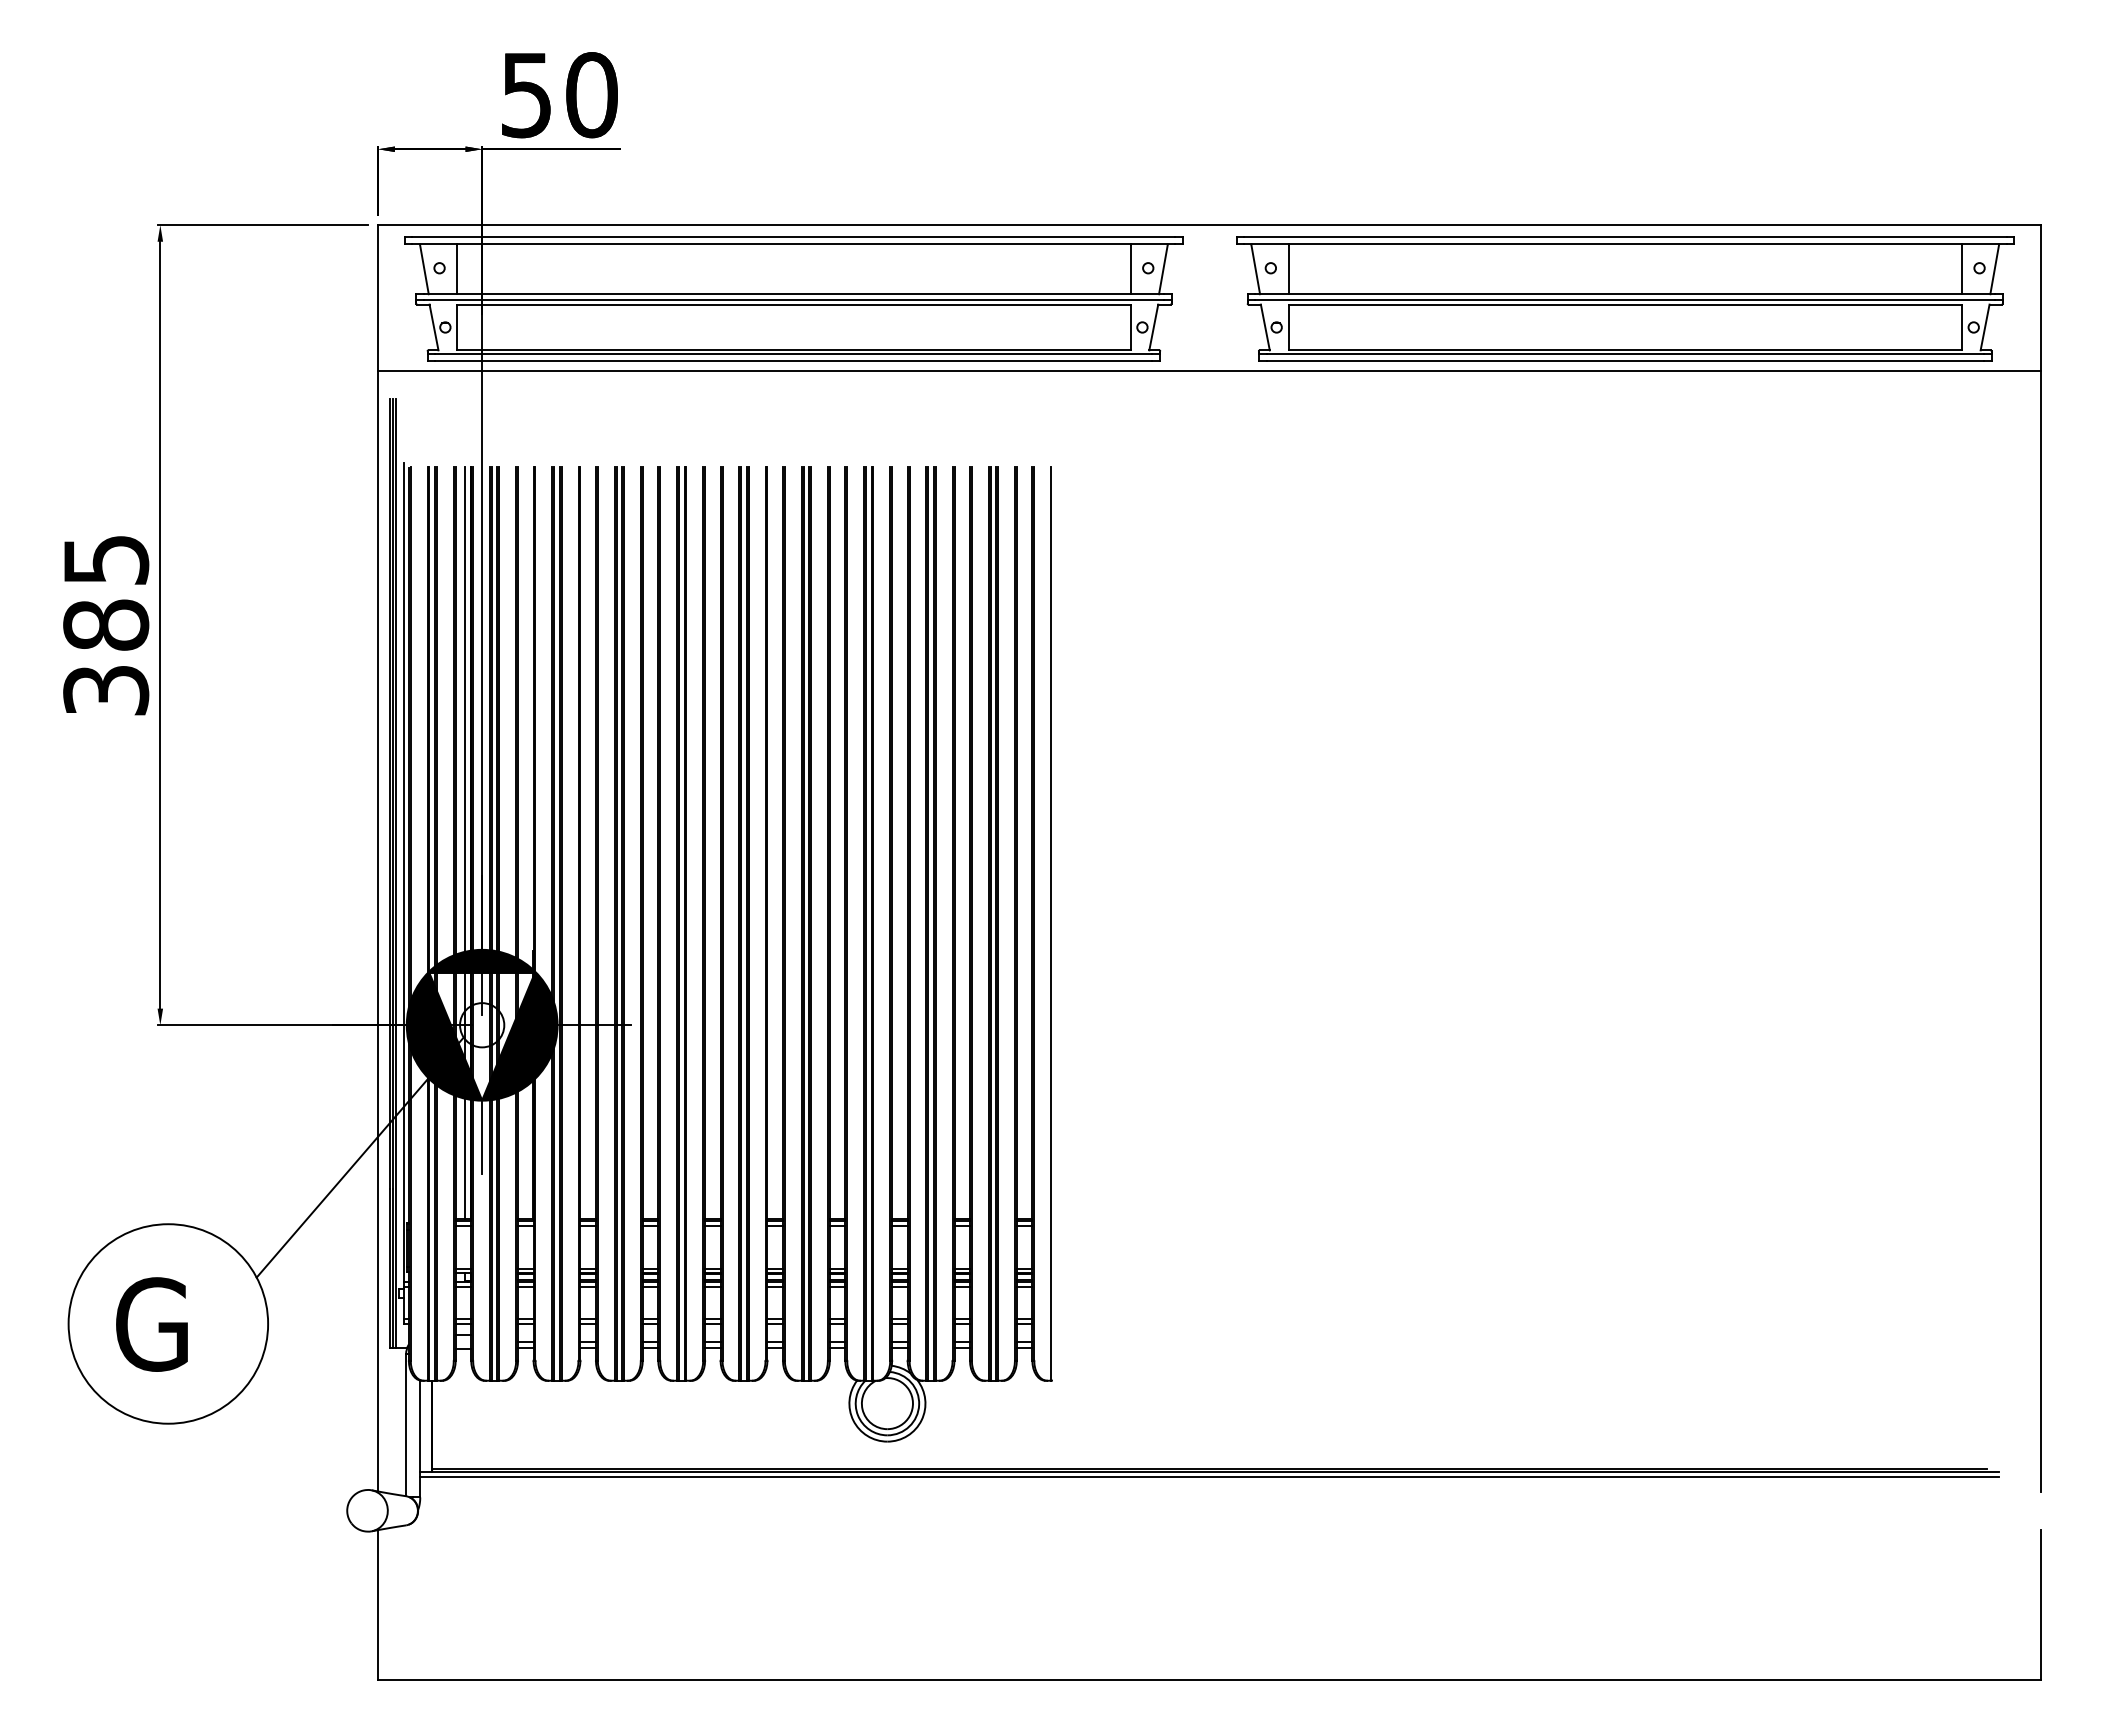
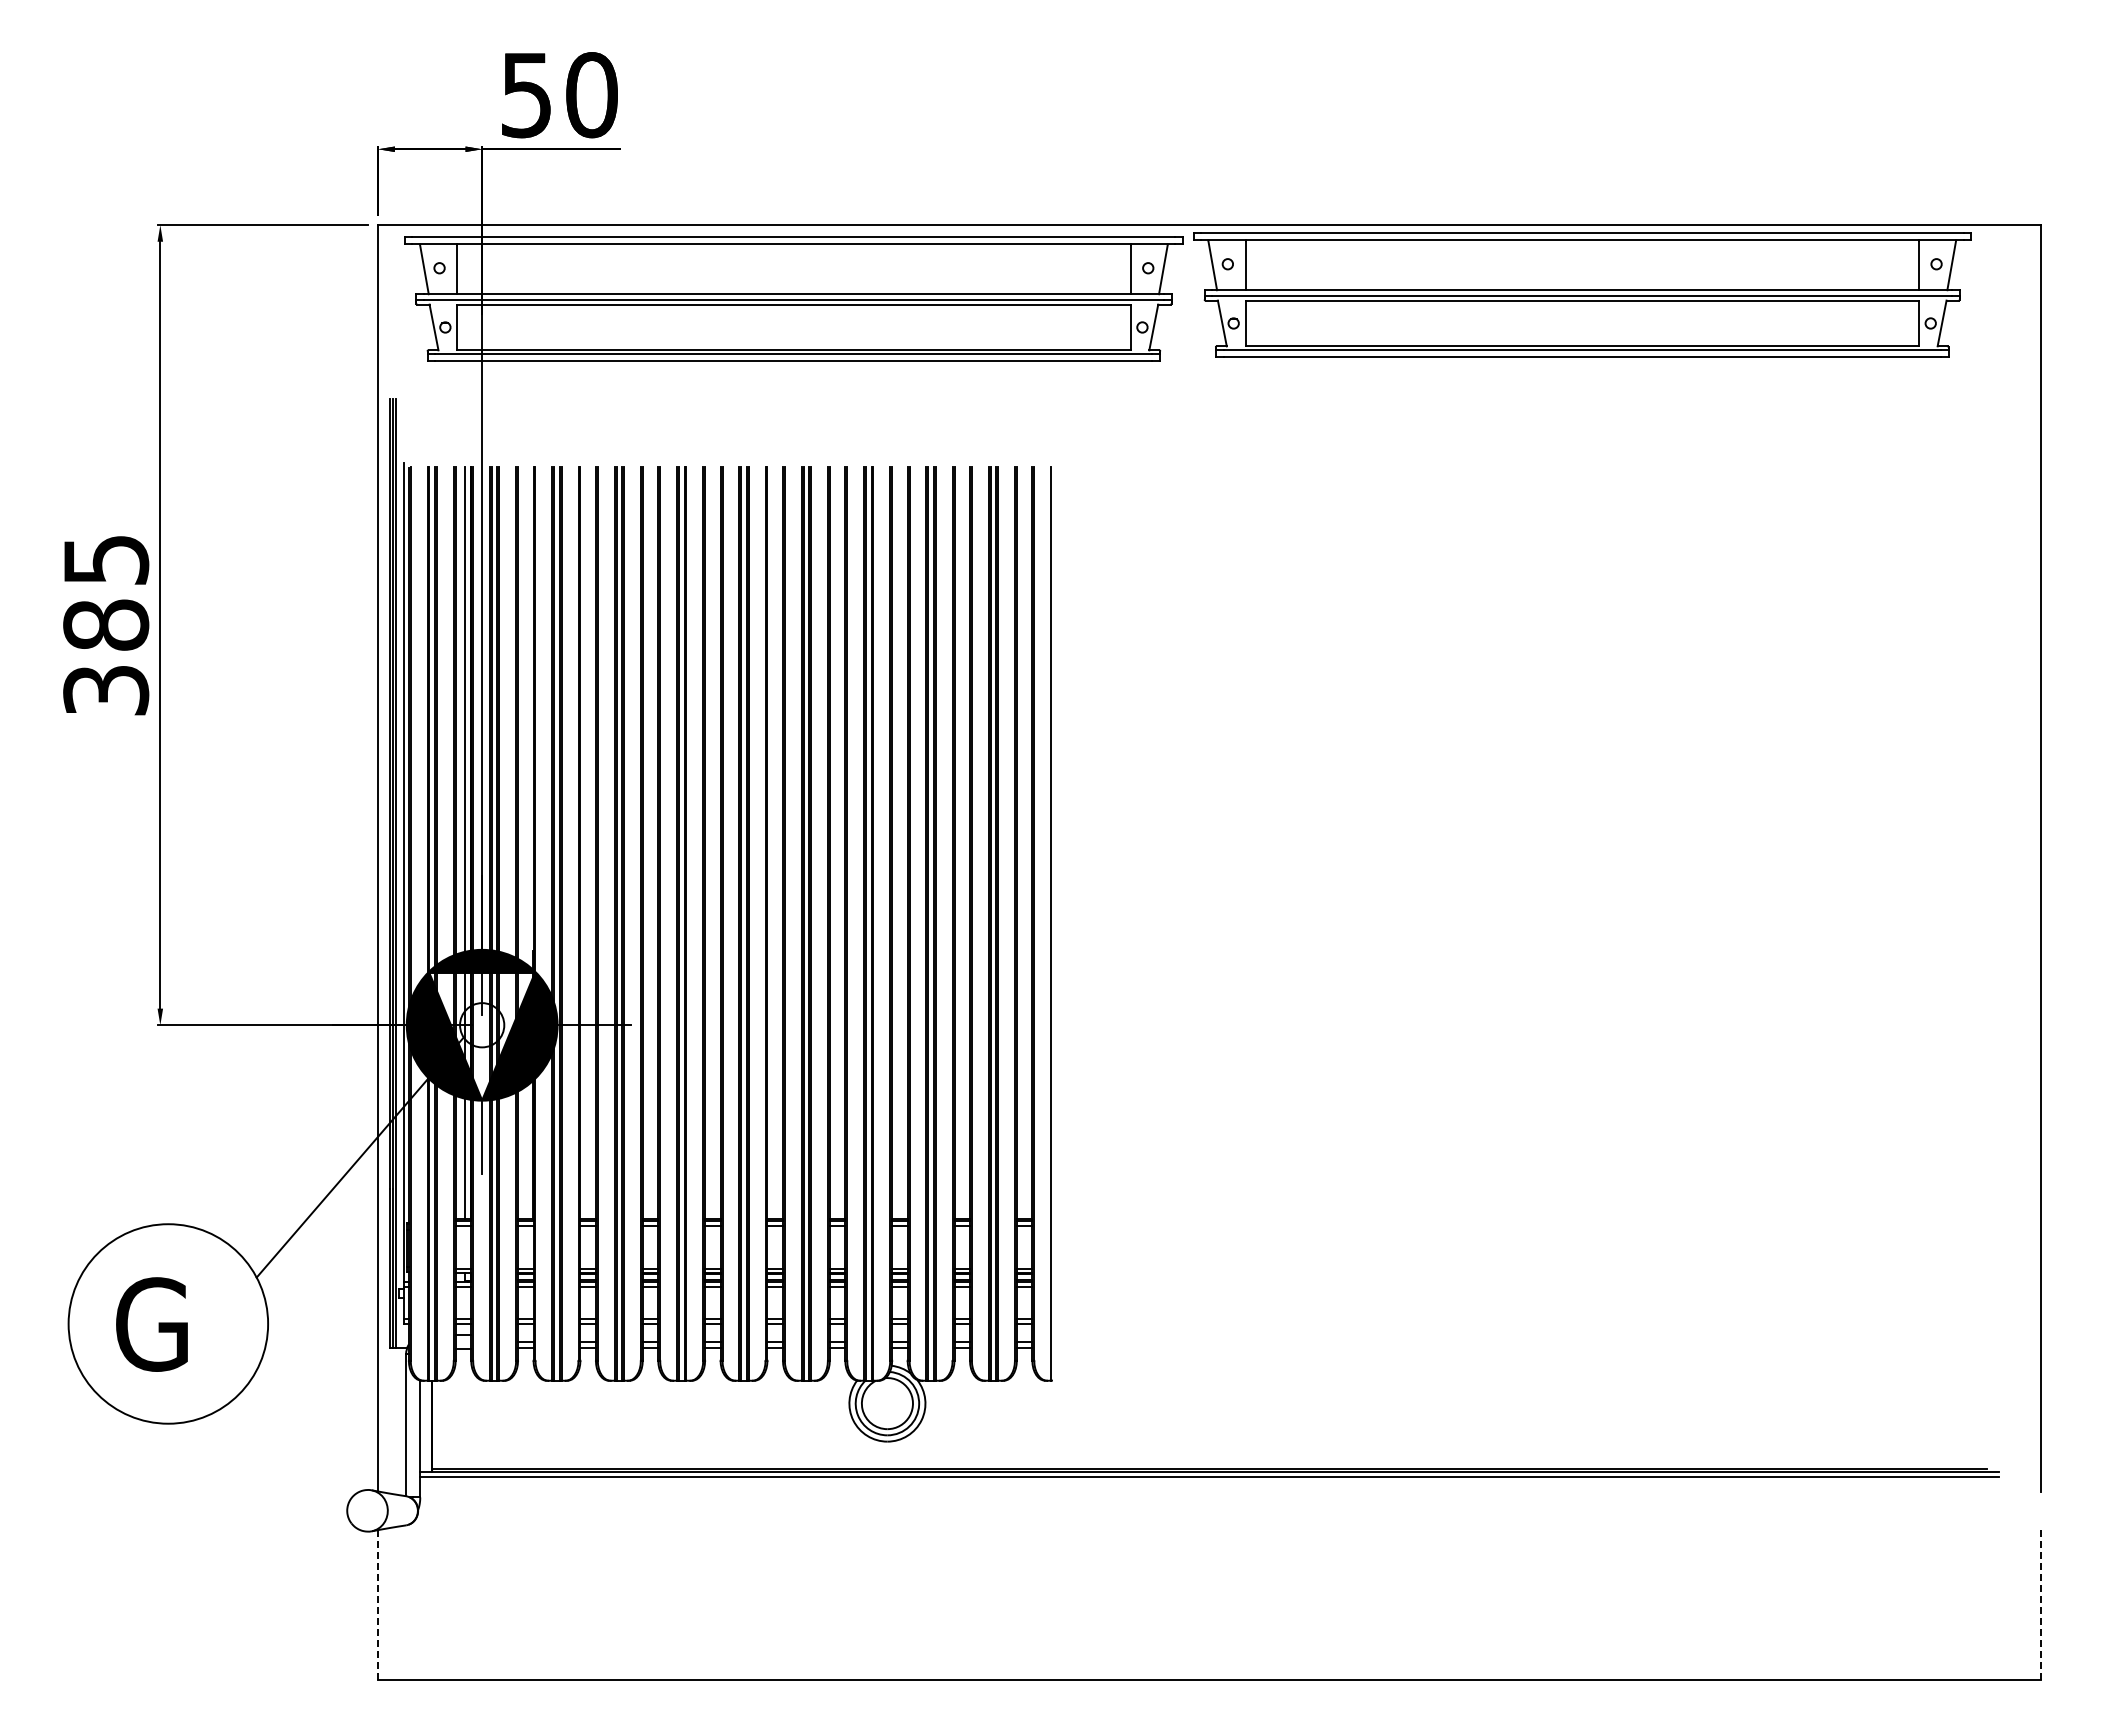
part at (1625, 298) position: (1625, 298) -> (1582, 294)
line at (1209, 370): present -> none
line at (378, 1605): solid -> dashed
line at (2040, 1605): solid -> dashed
